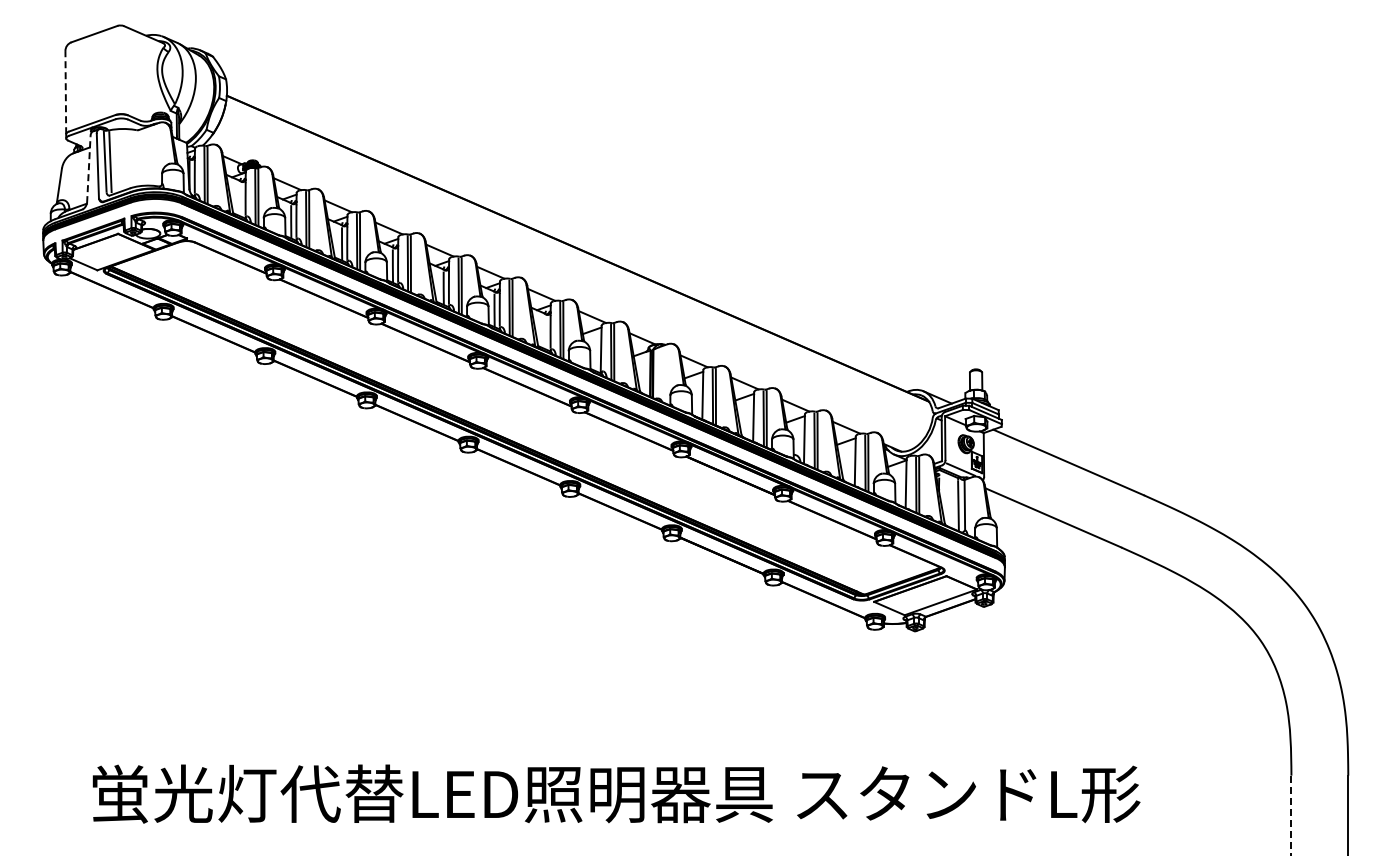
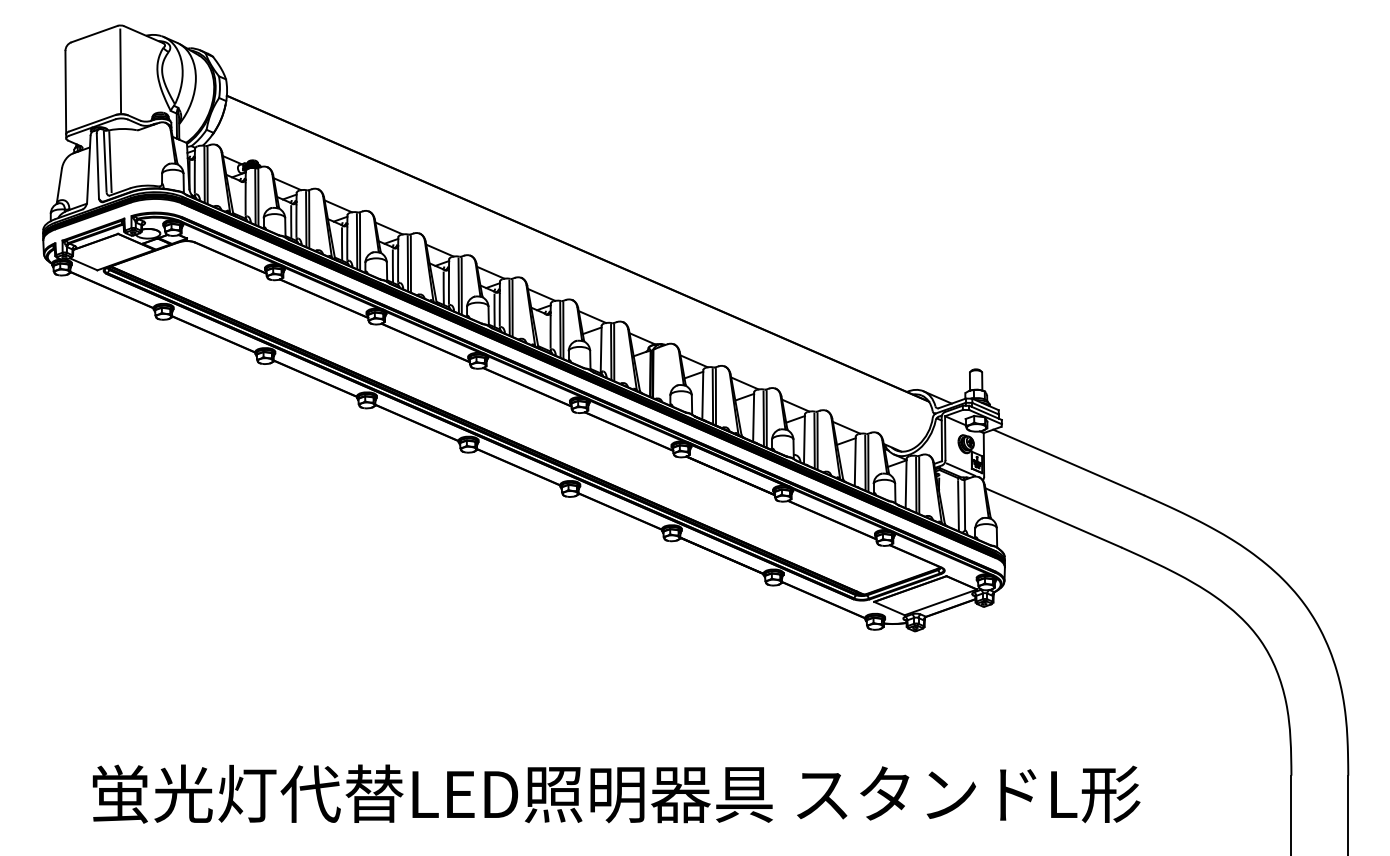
line at (120, 70): none -> present
line at (65, 92): dashed -> solid
line at (88, 169): dashed -> solid
line at (1291, 815): dashed -> solid
